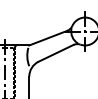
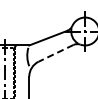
line at (55, 53): solid -> dashed
